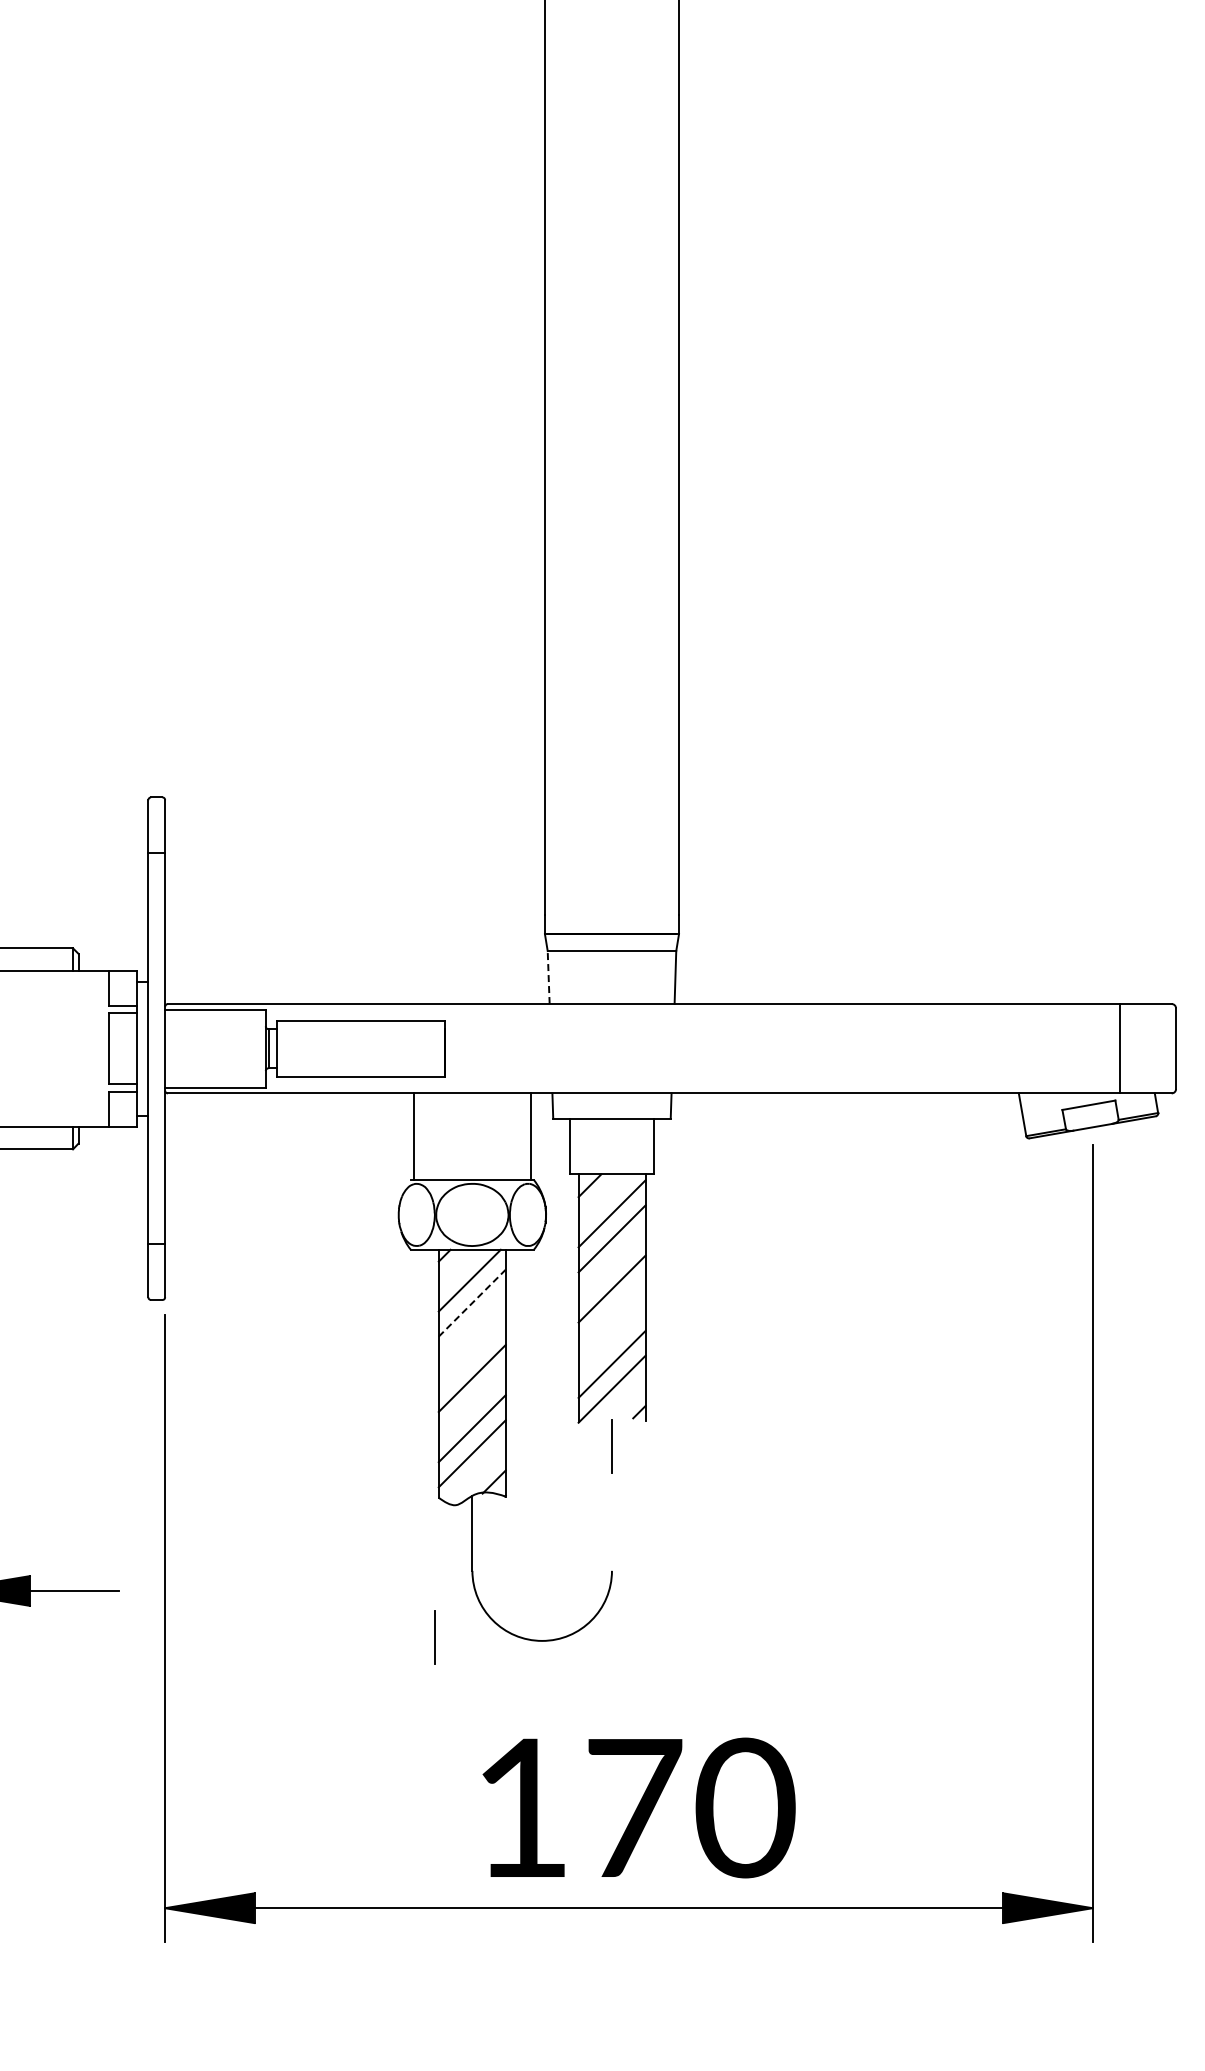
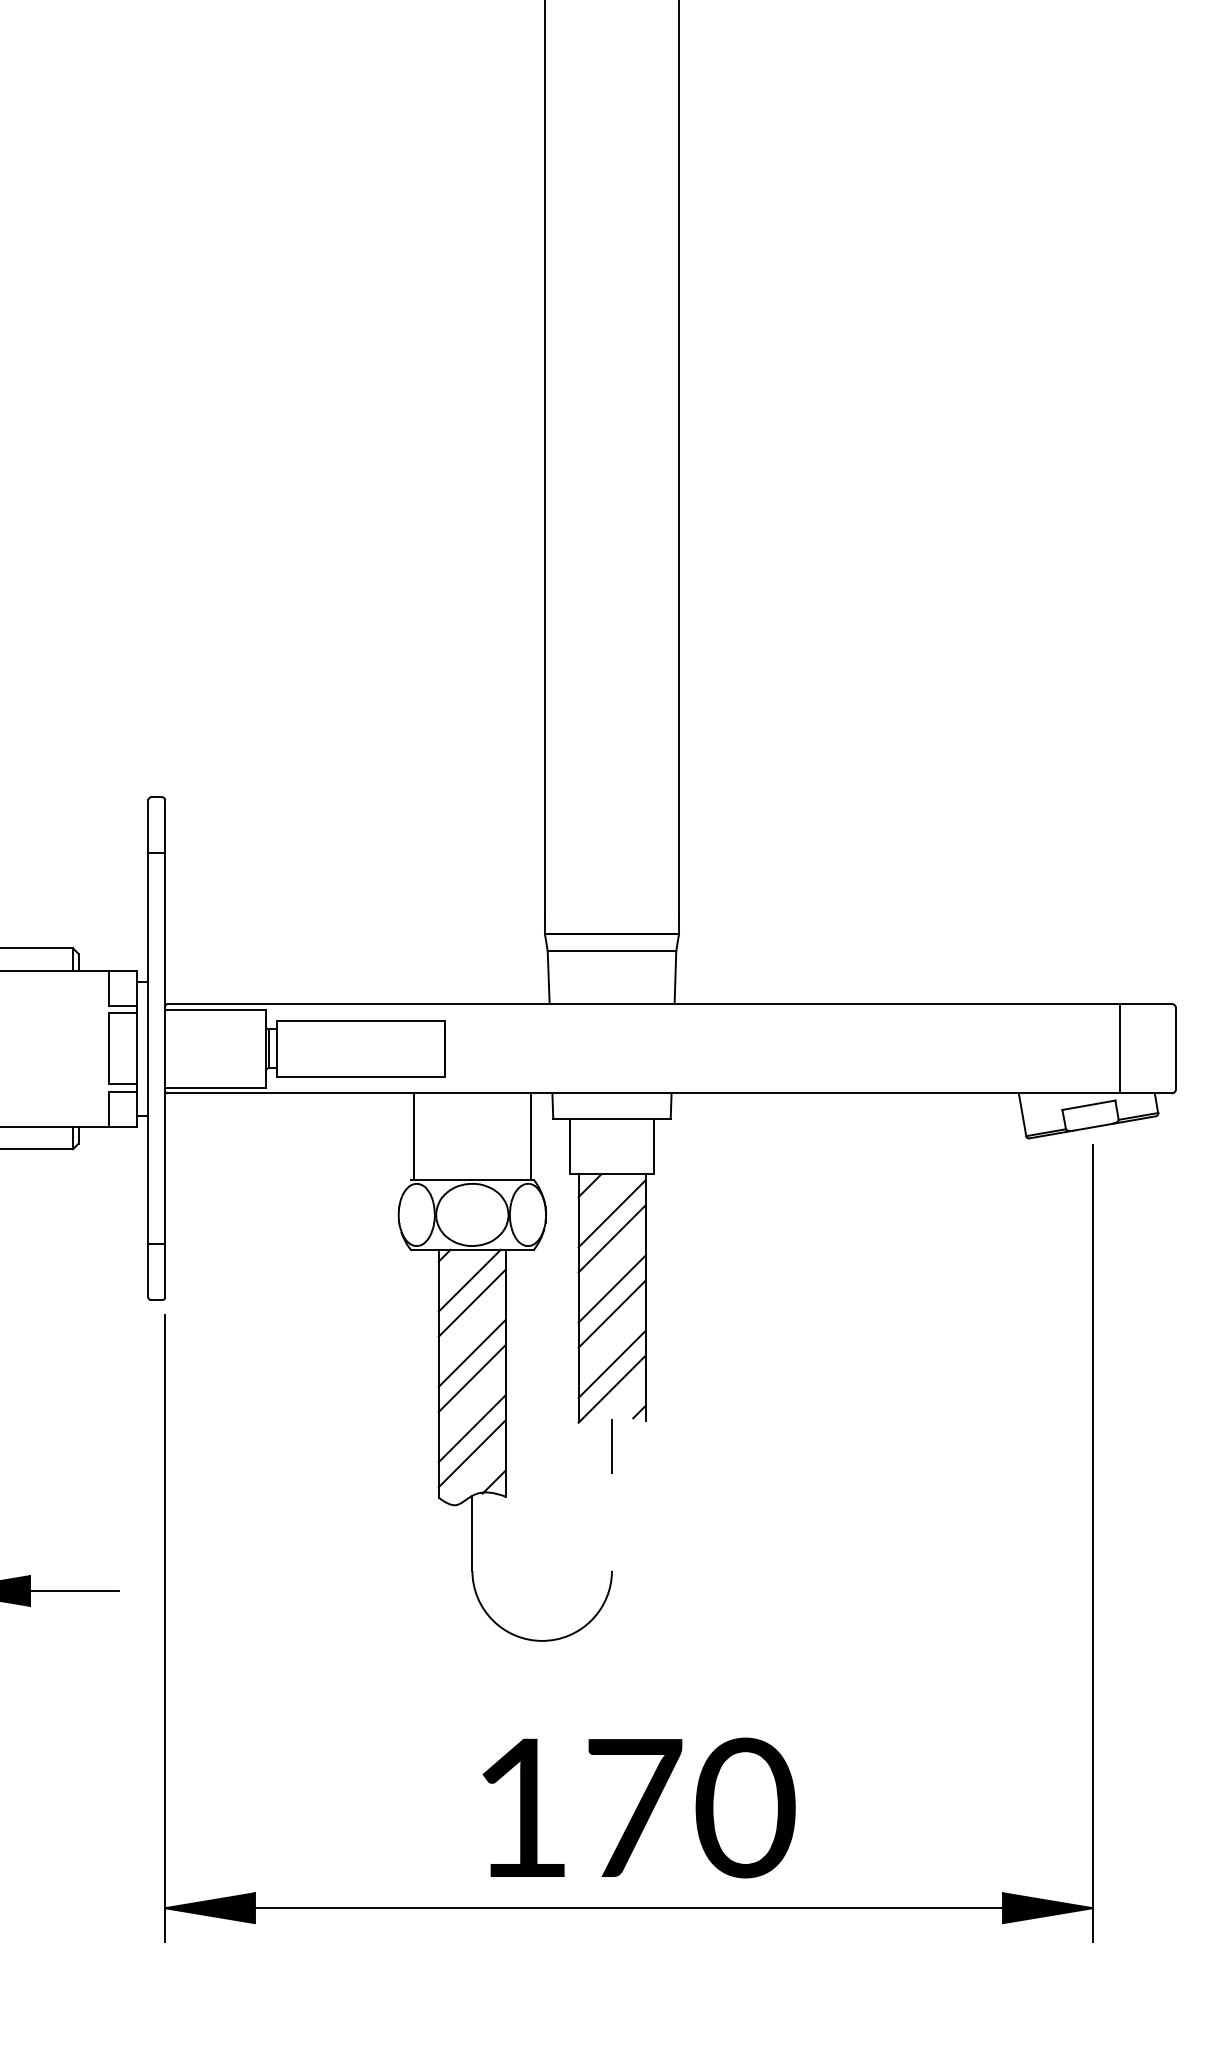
line at (548, 977): dashed -> solid
line at (472, 1302): dashed -> solid
line at (611, 1313): none -> present
line at (471, 1352): none -> present
line at (434, 1637): present -> none
